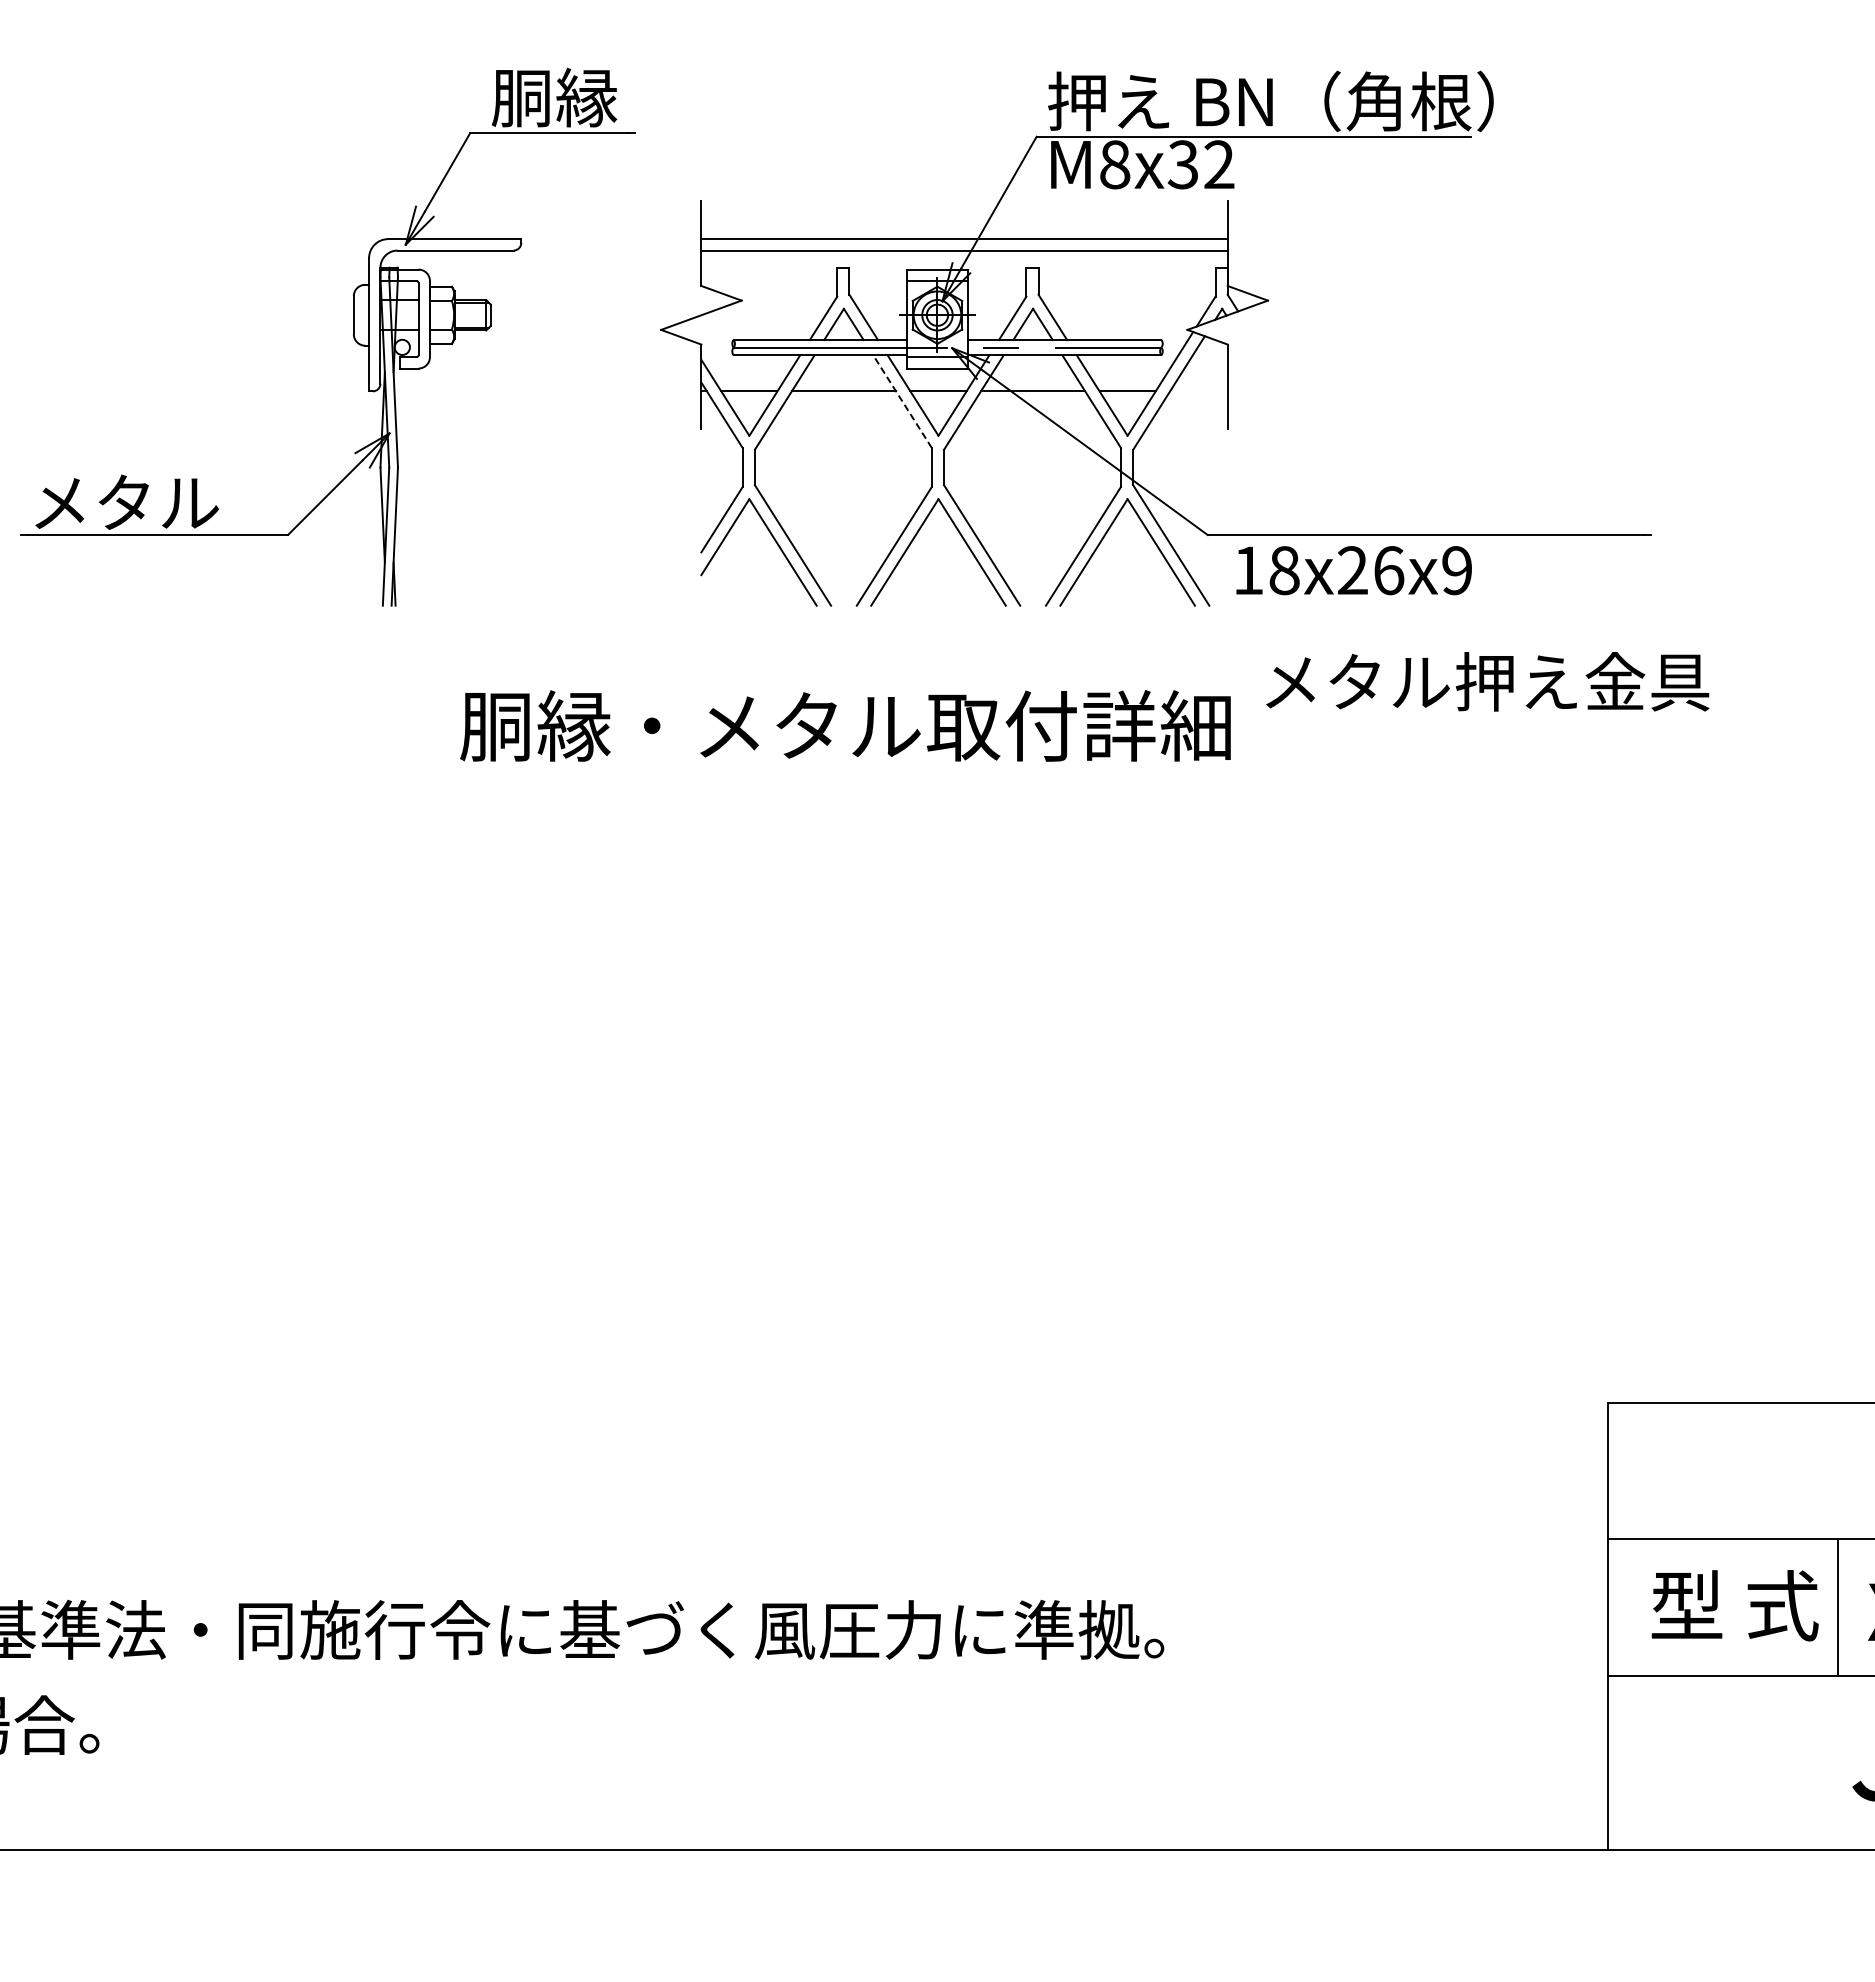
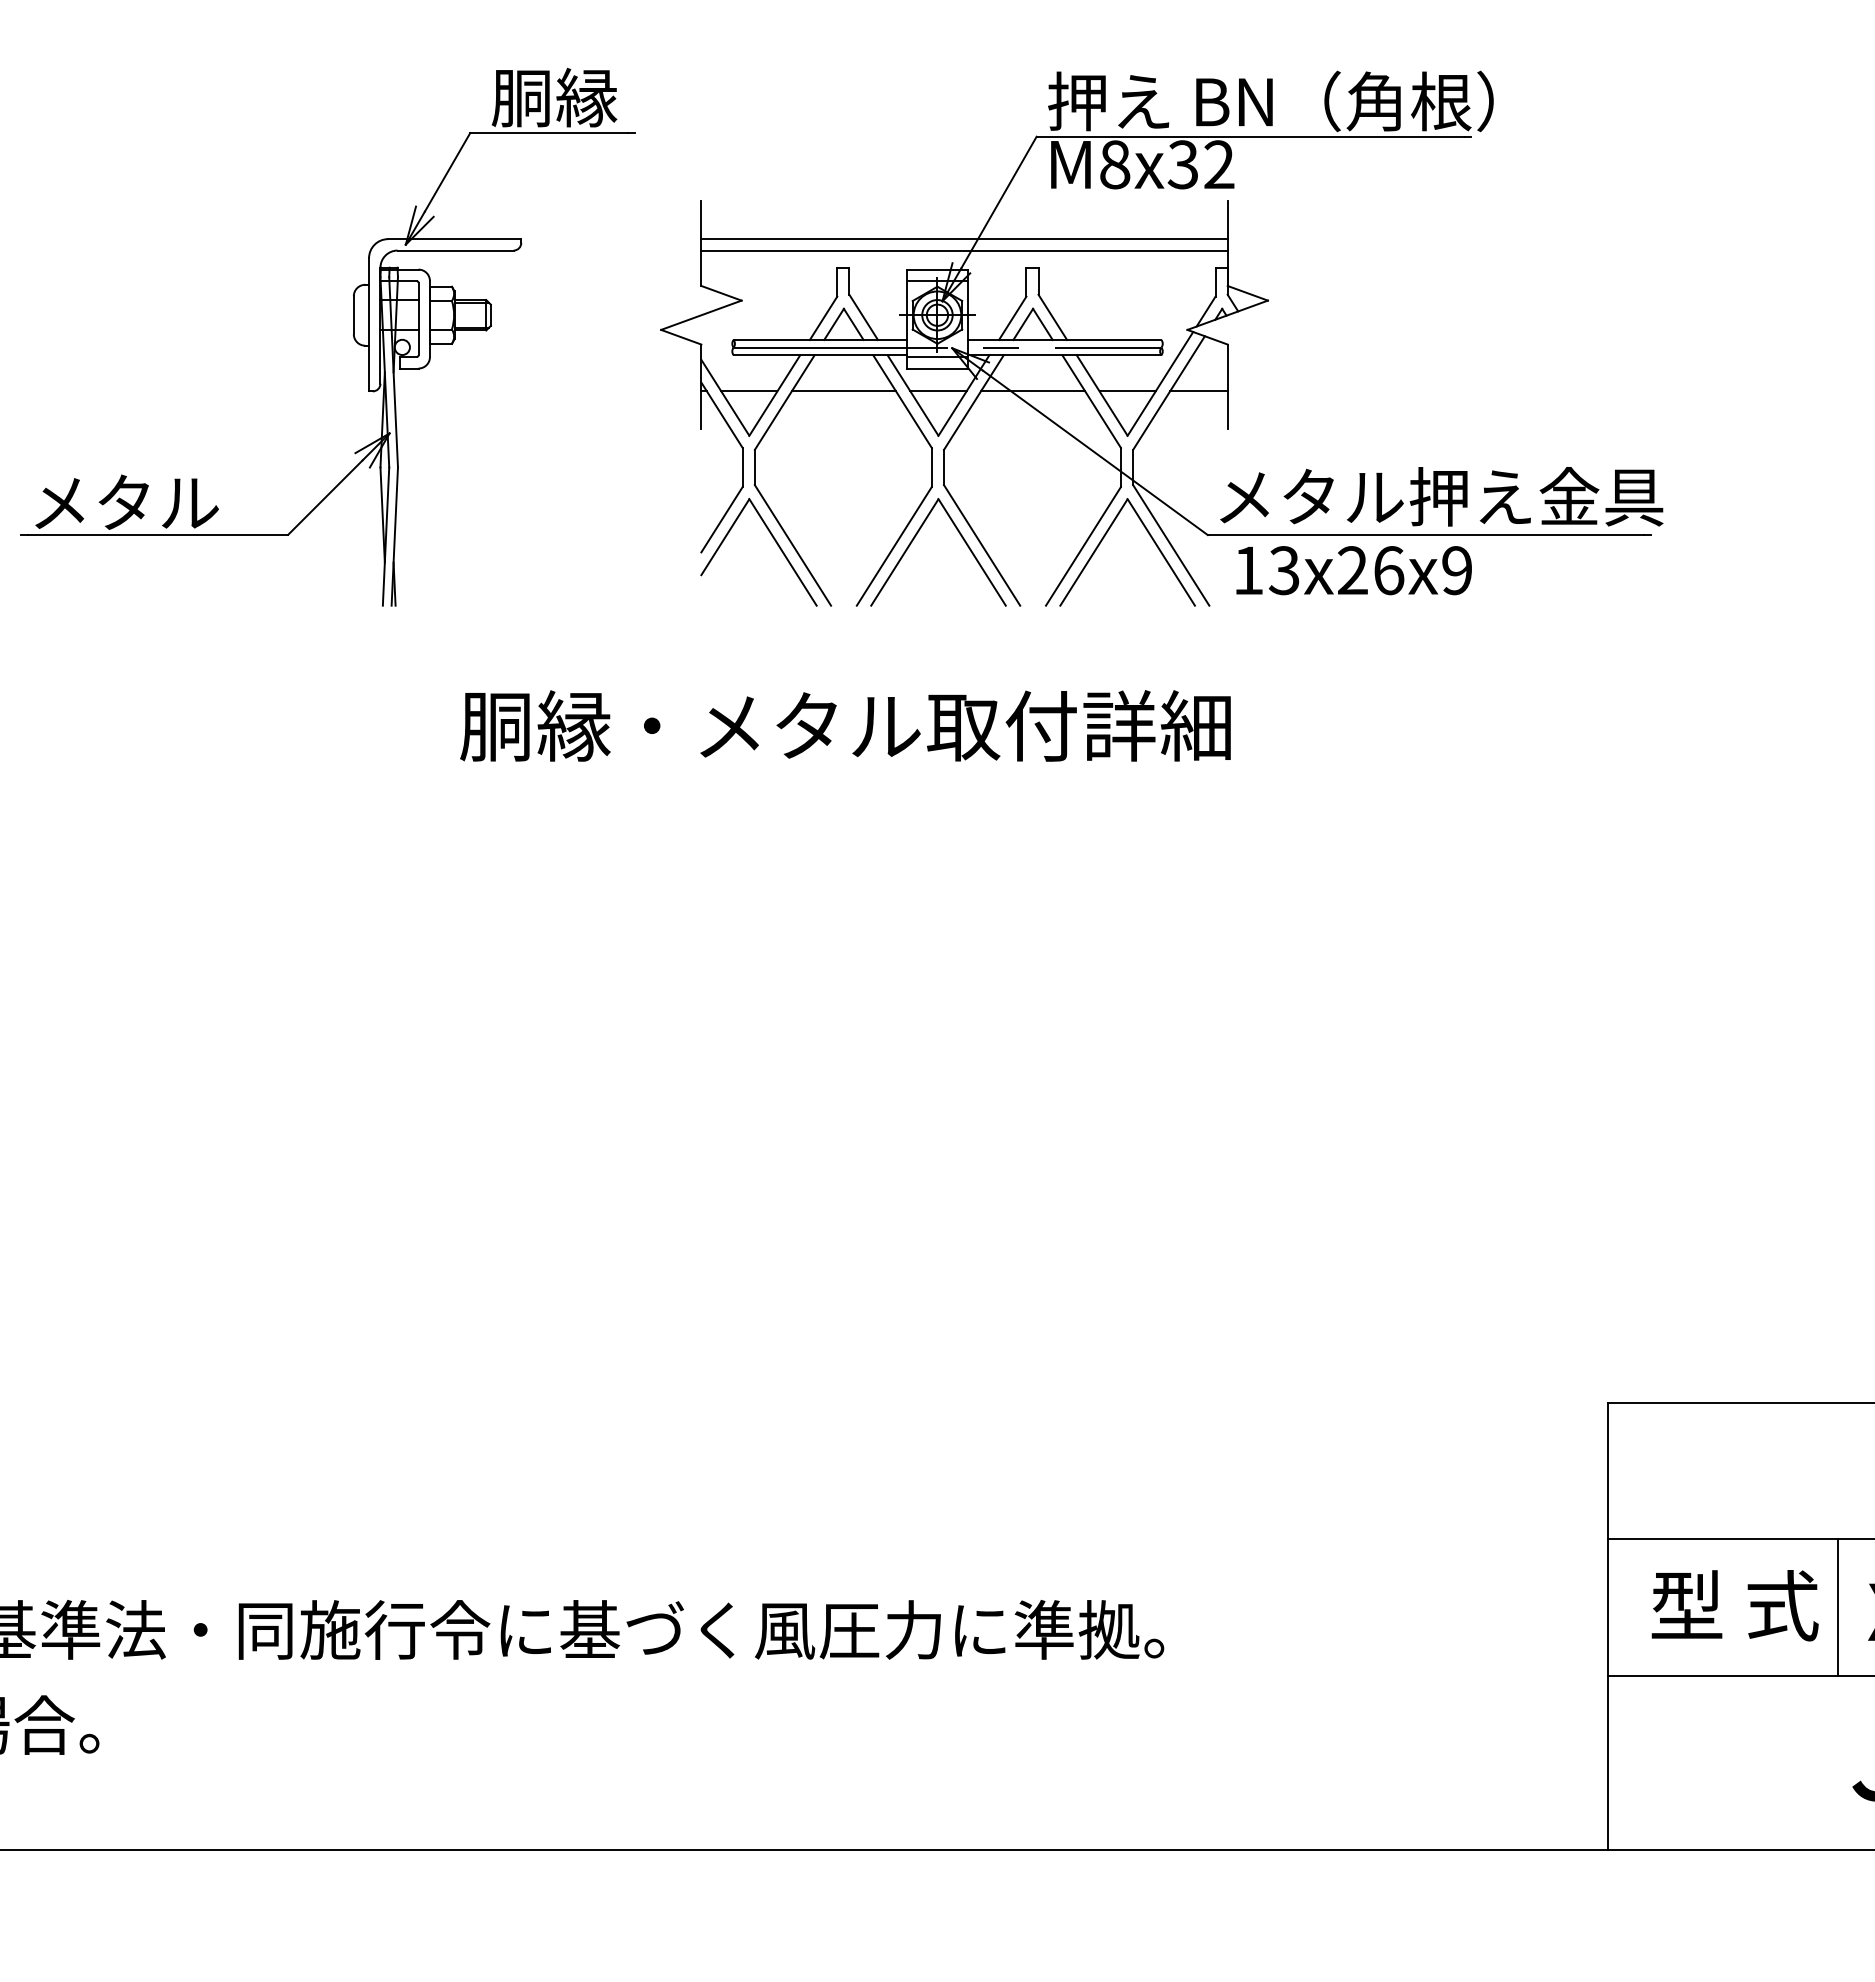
line at (1198, 391): none -> present
line at (902, 401): dashed -> solid
text at (1283, 570): 18x26x9 -> 13x26x9
text at (1487, 681) position: (1487, 681) -> (1441, 496)
